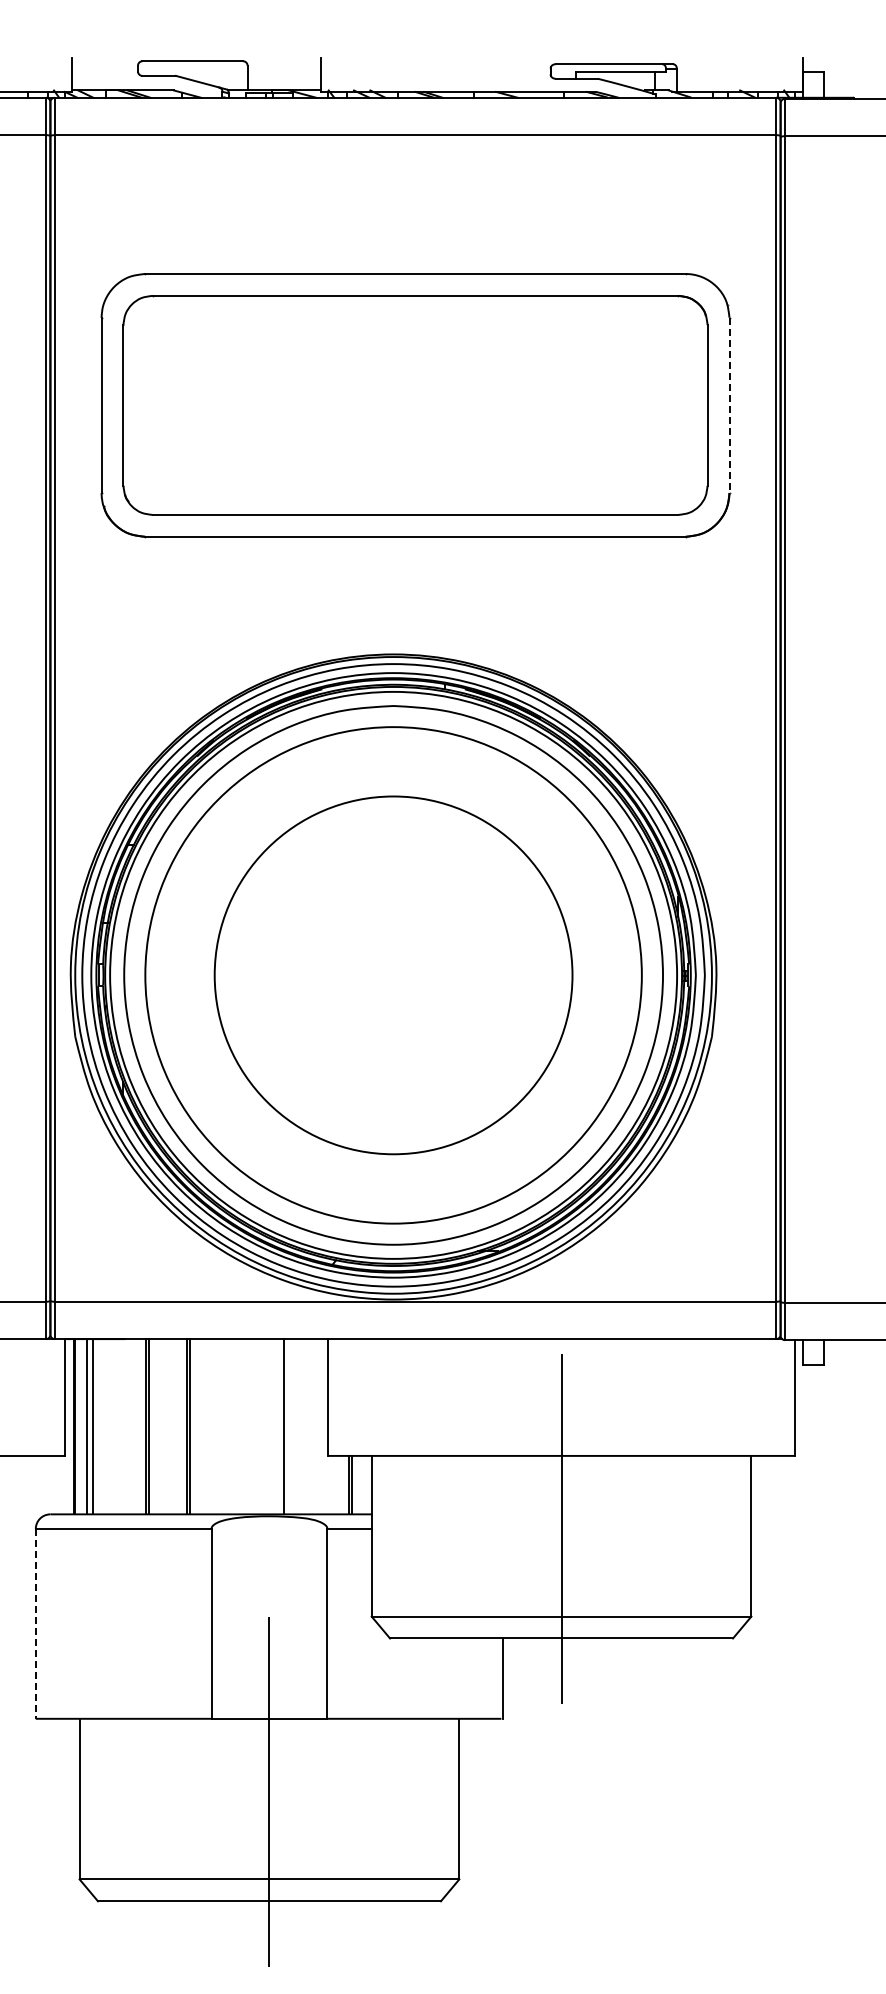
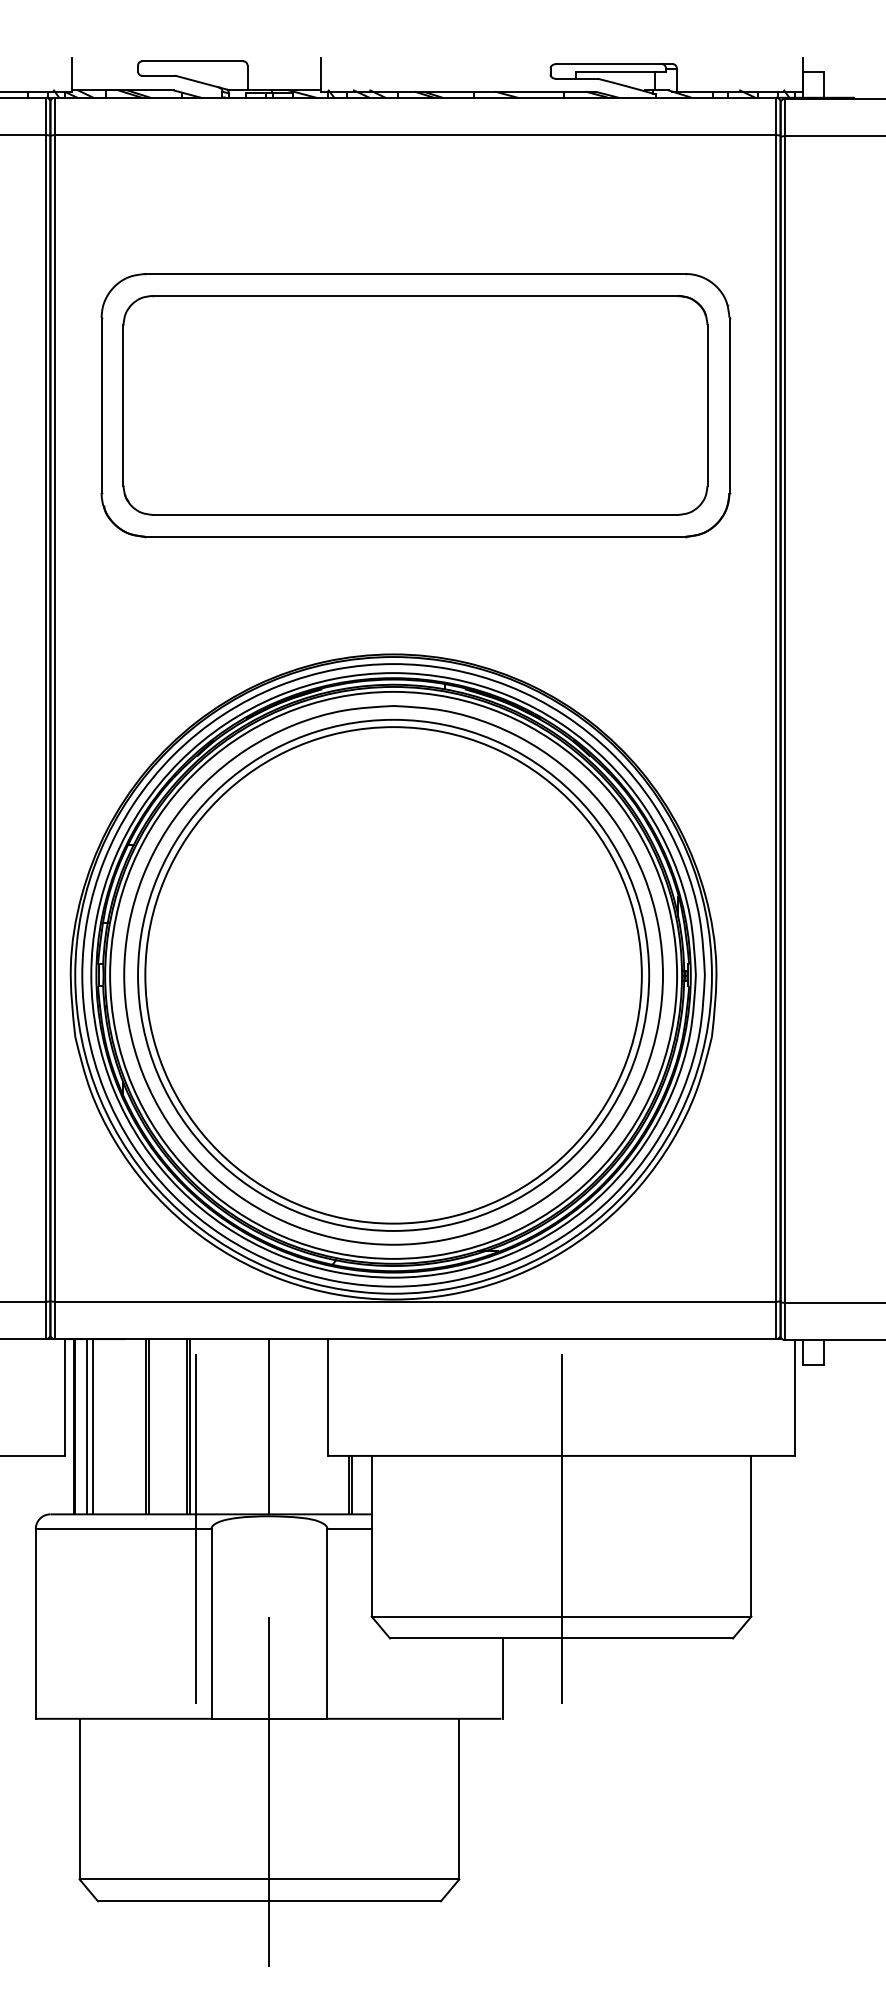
line at (729, 405): dashed -> solid
circle at (393, 975) diameter: 358 px -> 511 px
line at (284, 1426) position: (284, 1426) -> (269, 1426)
line at (196, 1528): none -> present
line at (35, 1623): dashed -> solid
